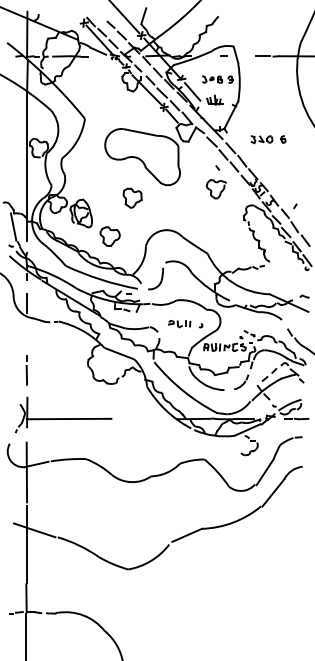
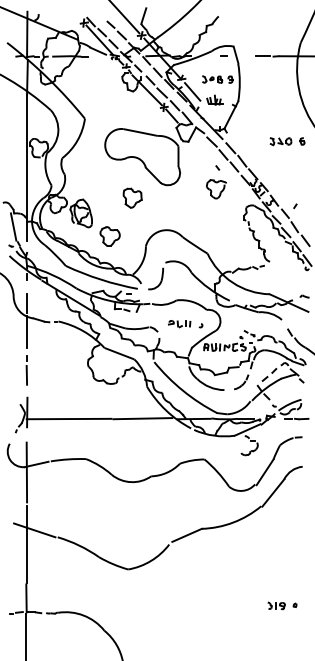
part at (268, 139) position: (268, 139) -> (287, 141)
line at (27, 331): none -> present
line at (142, 418): none -> present
part at (282, 605): none -> present
